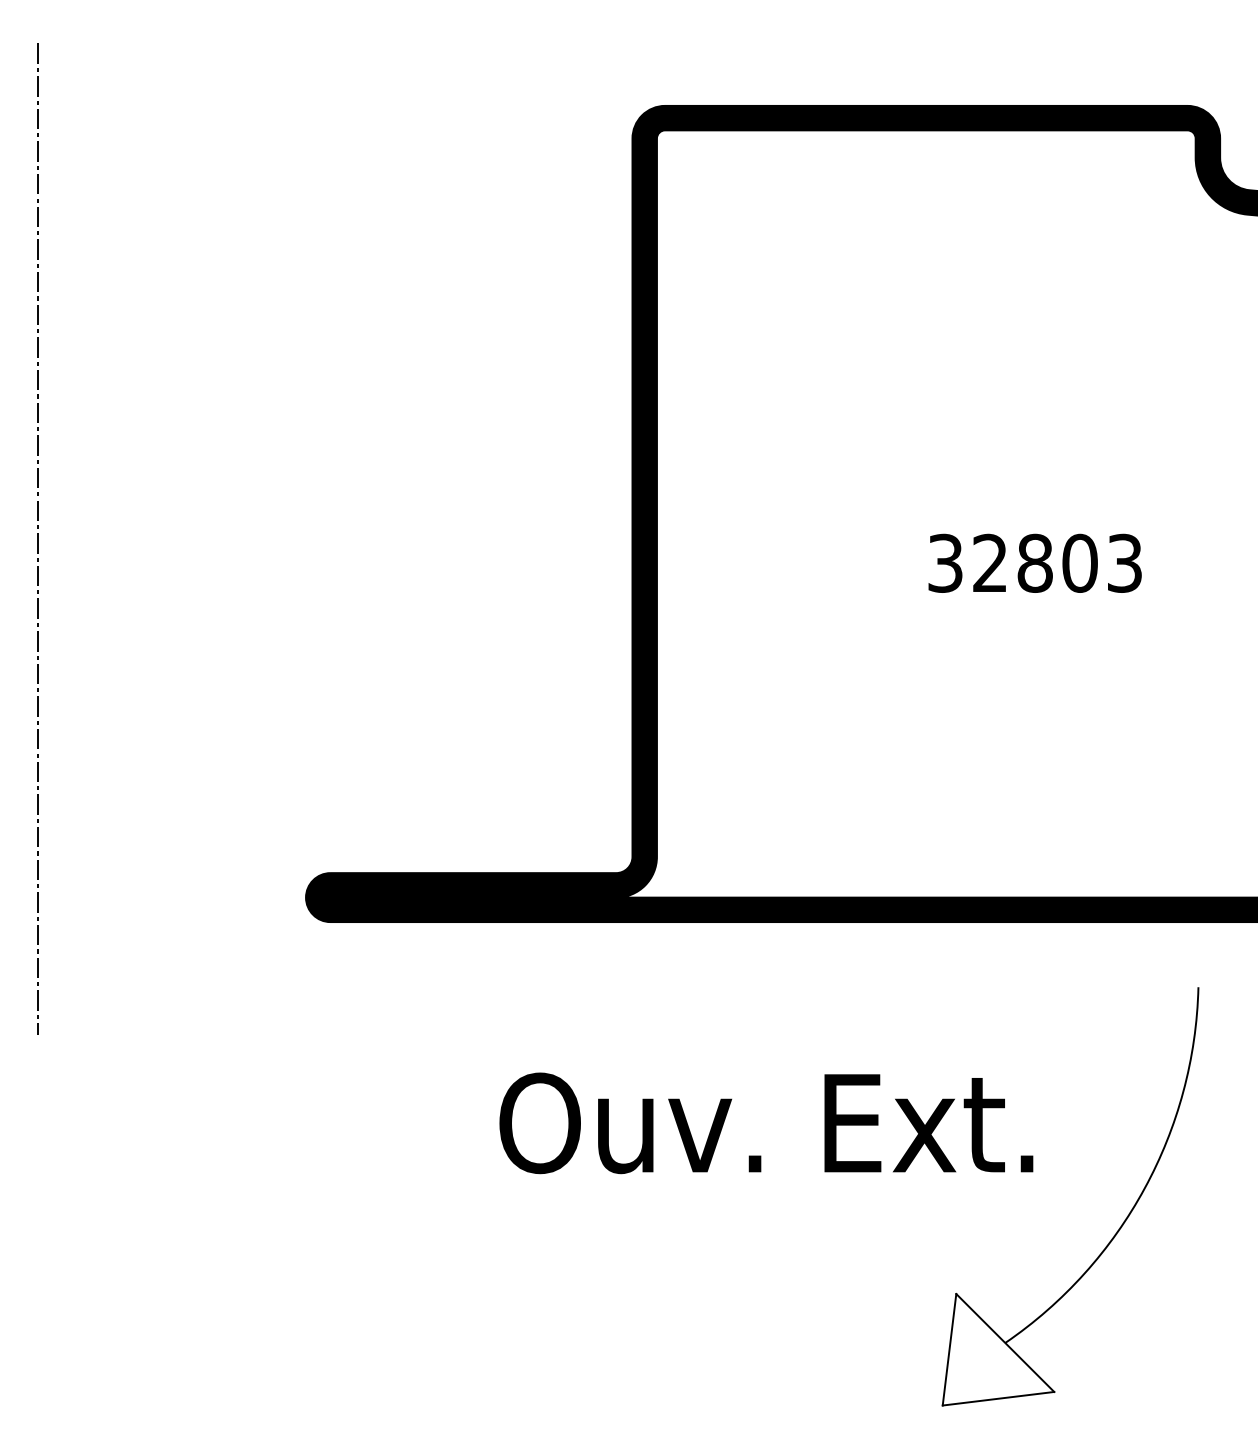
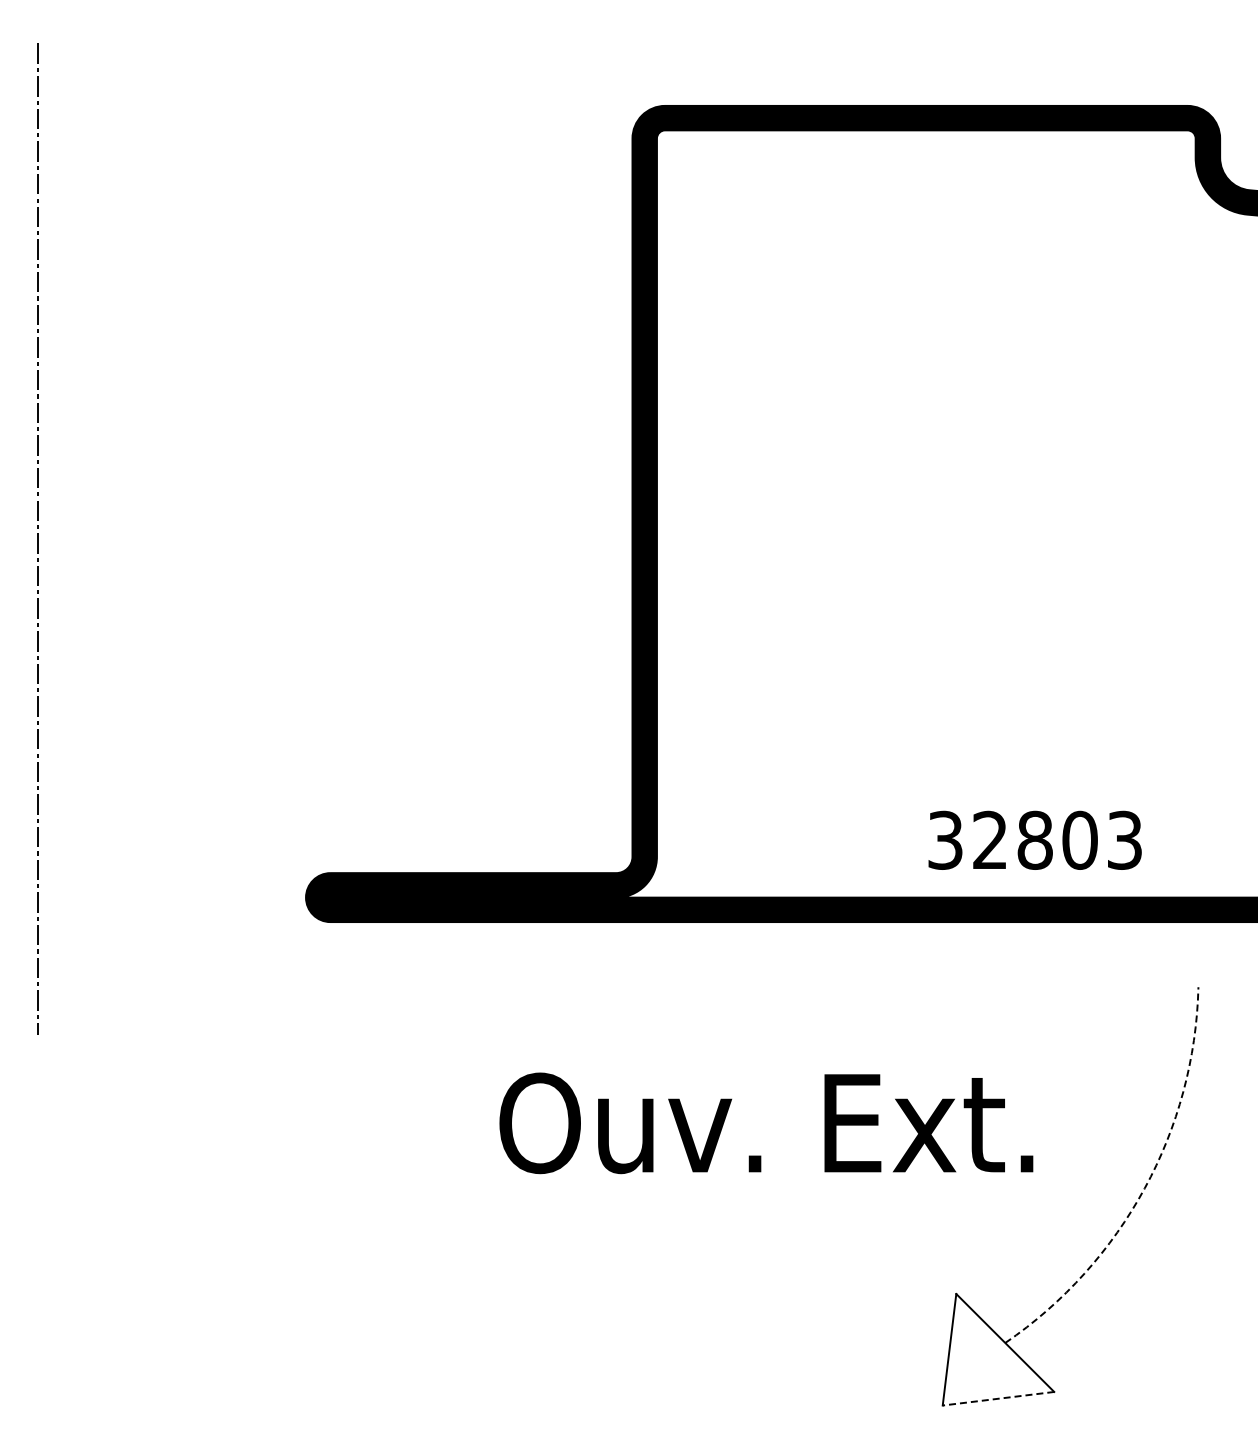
text at (1034, 562) position: (1034, 562) -> (1034, 839)
arc at (1144, 1188): solid -> dashed
line at (998, 1398): solid -> dashed
